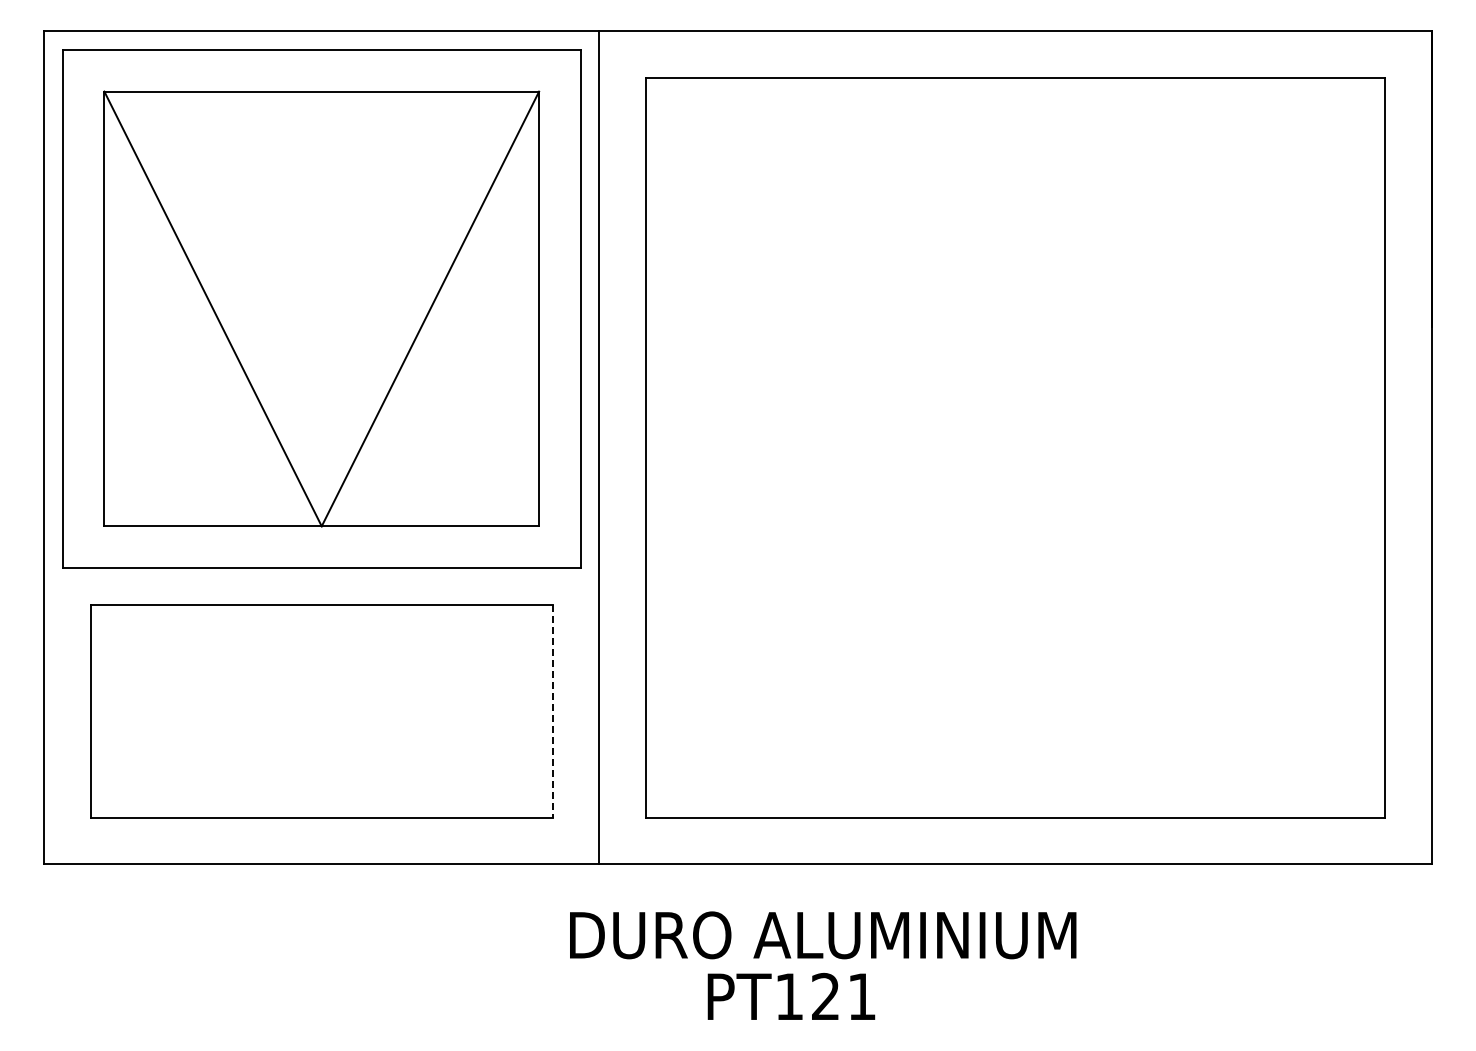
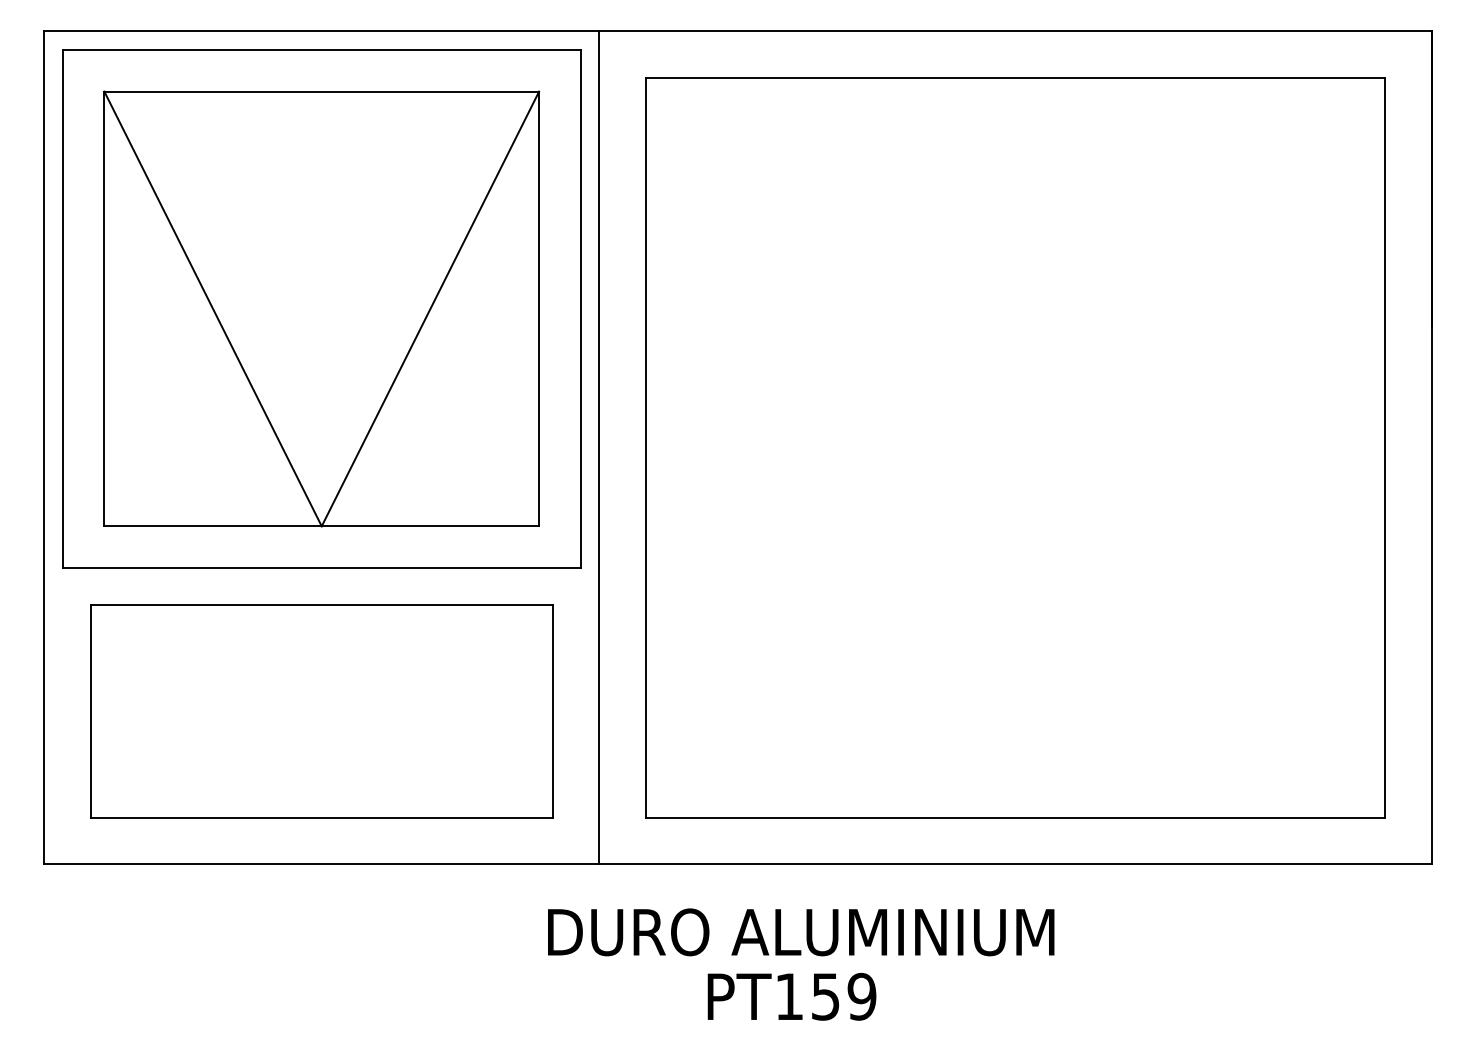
line at (553, 711): dashed -> solid
text at (823, 935) position: (823, 935) -> (801, 932)
text at (844, 996): PT121 -> PT159
